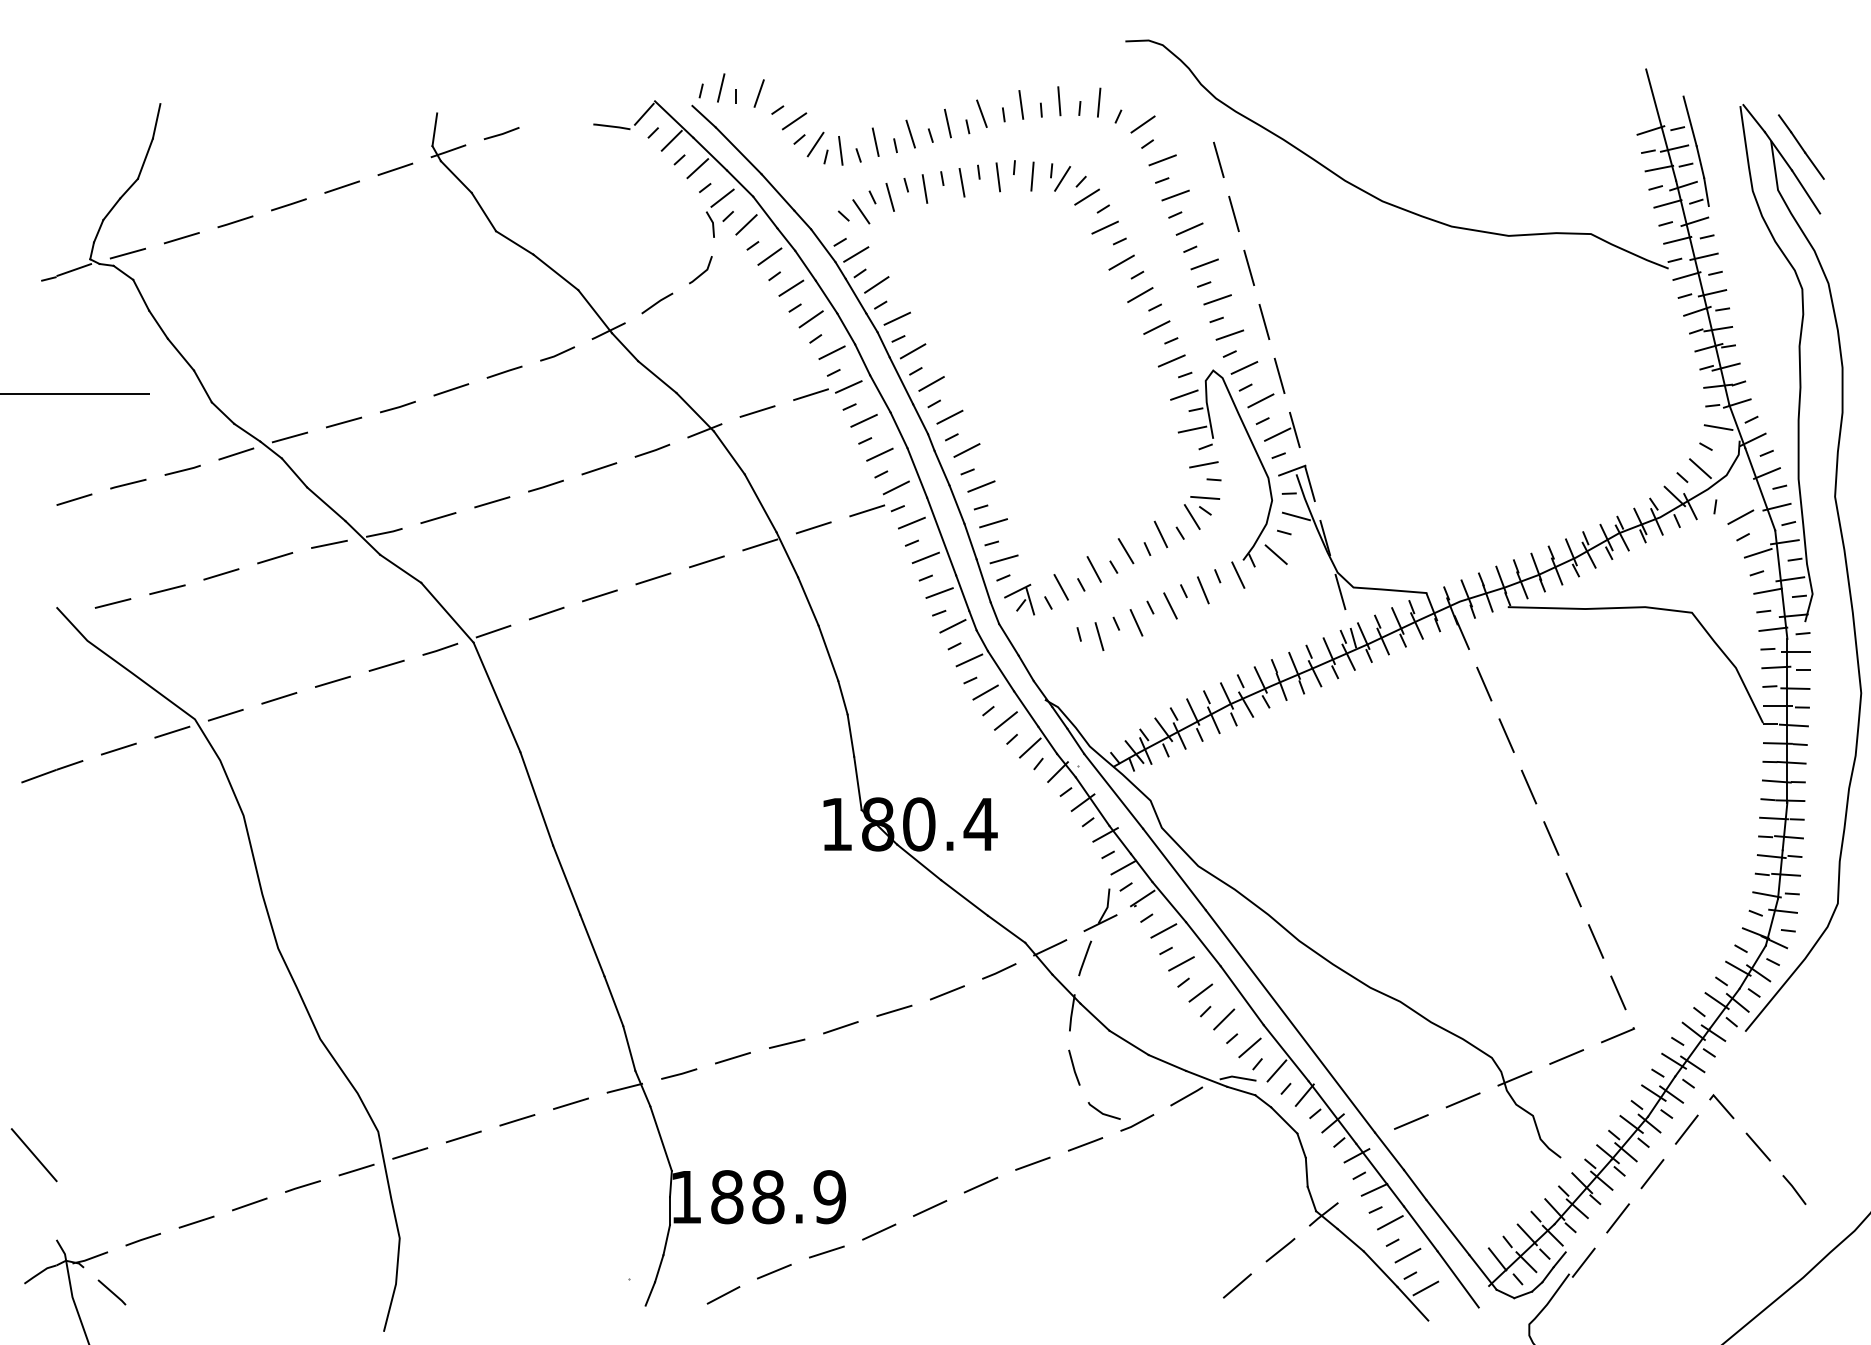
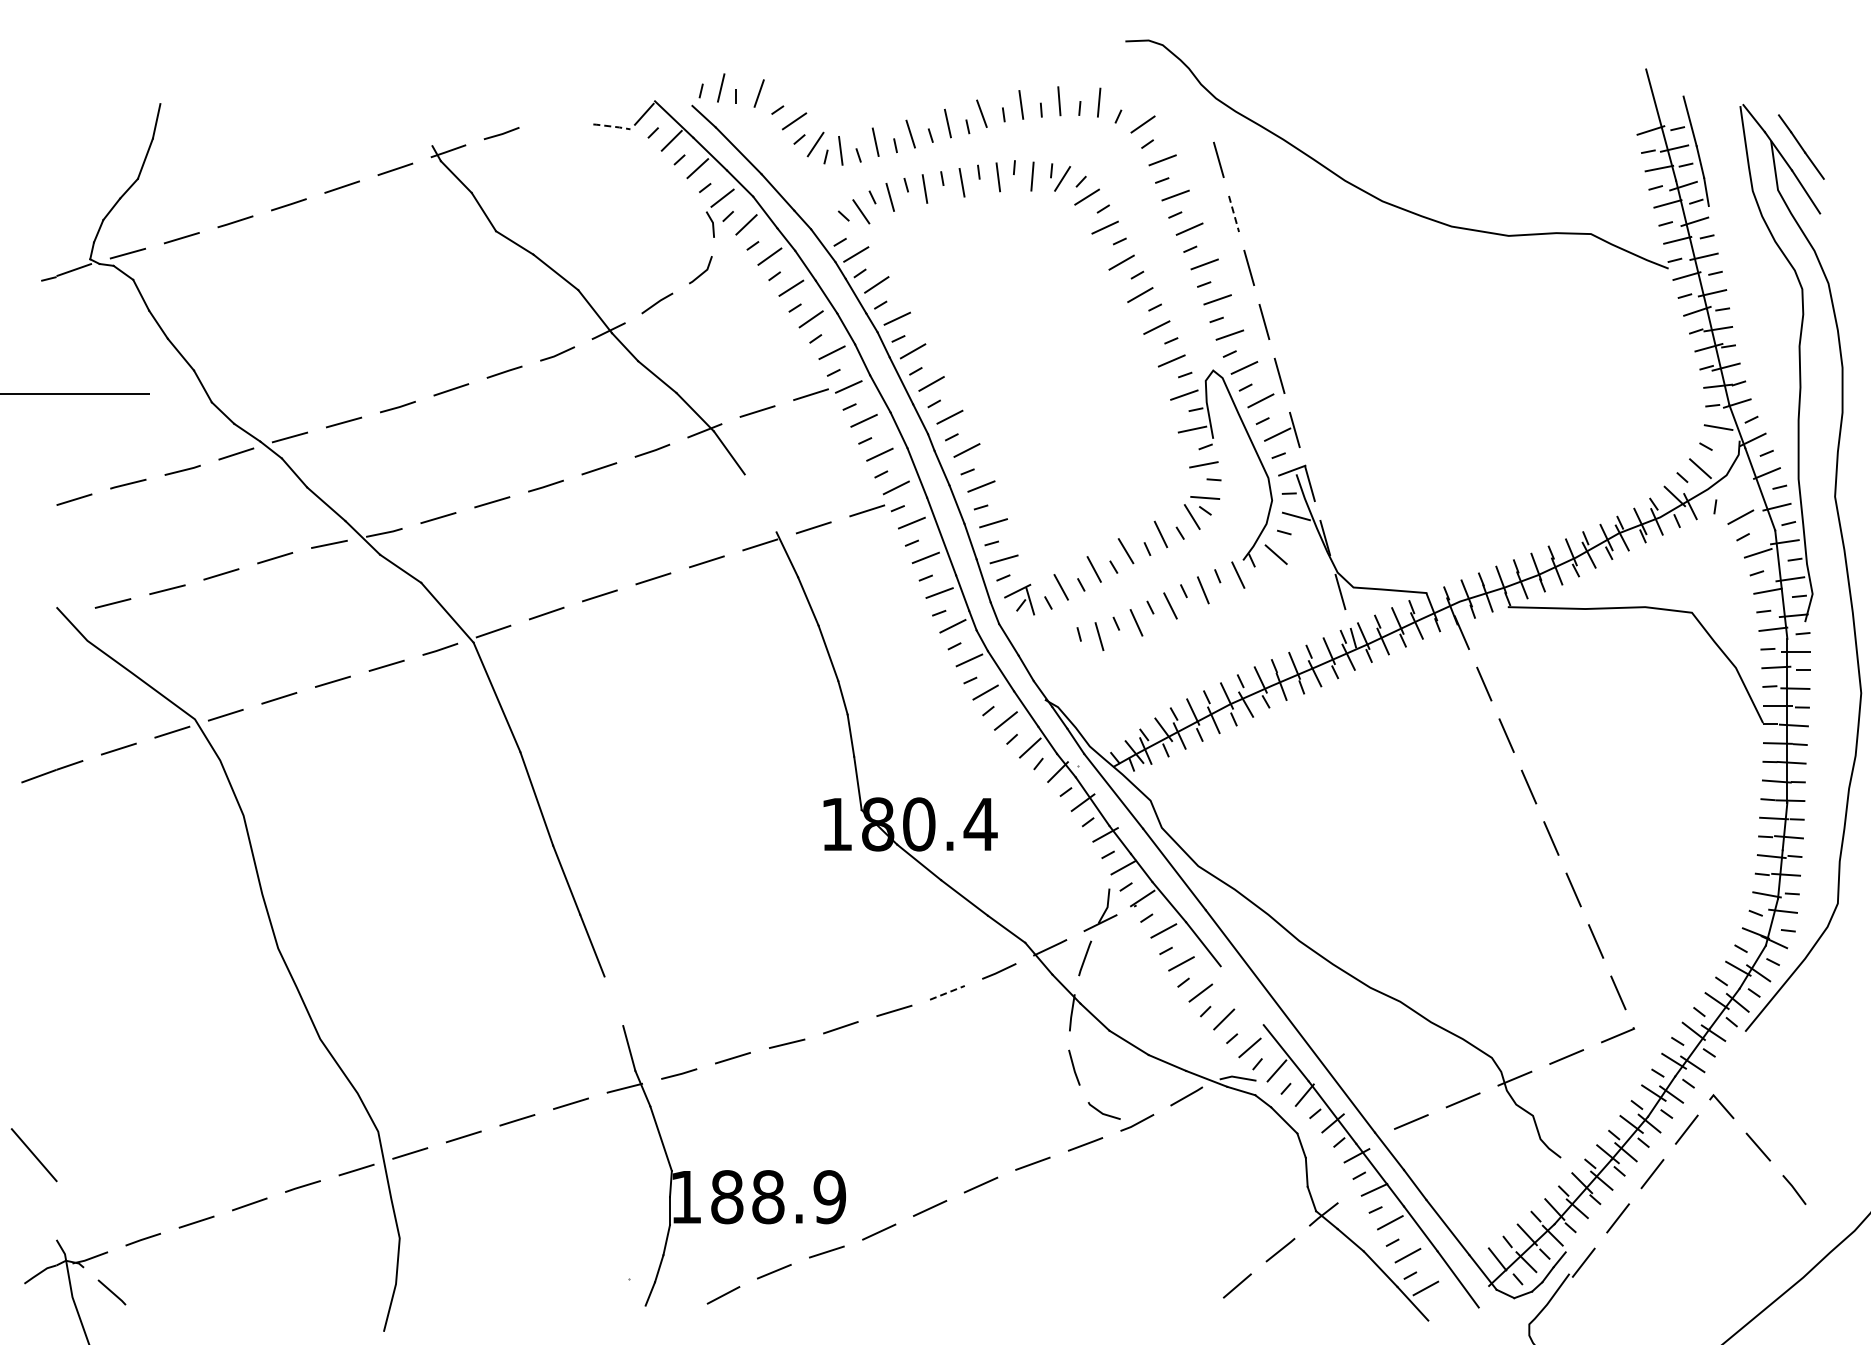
line at (612, 126): solid -> dashed
line at (434, 129): present -> none
line at (1234, 214): solid -> dashed
line at (760, 503): present -> none
line at (947, 992): solid -> dashed
line at (1241, 995): present -> none
line at (613, 1001): present -> none
